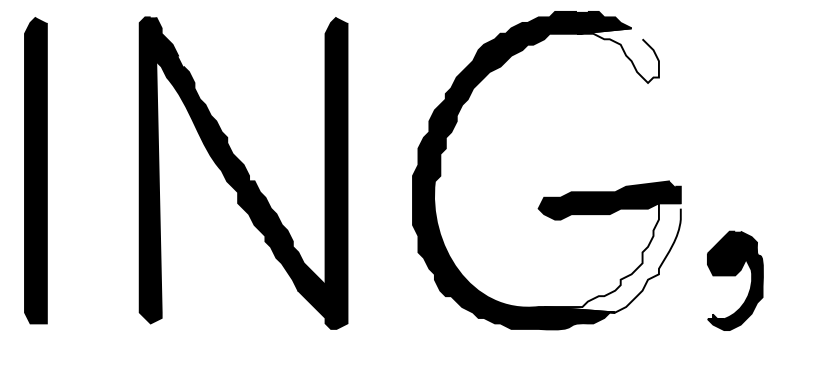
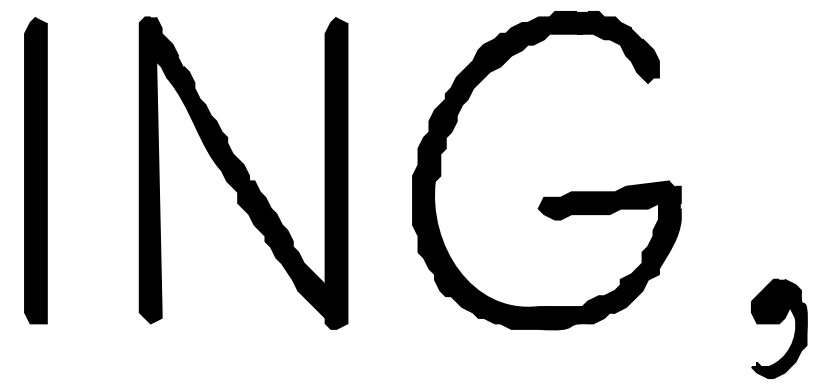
fill at (617, 55): none -> present
fill at (612, 257): none -> present
part at (735, 280) position: (735, 280) -> (779, 328)
